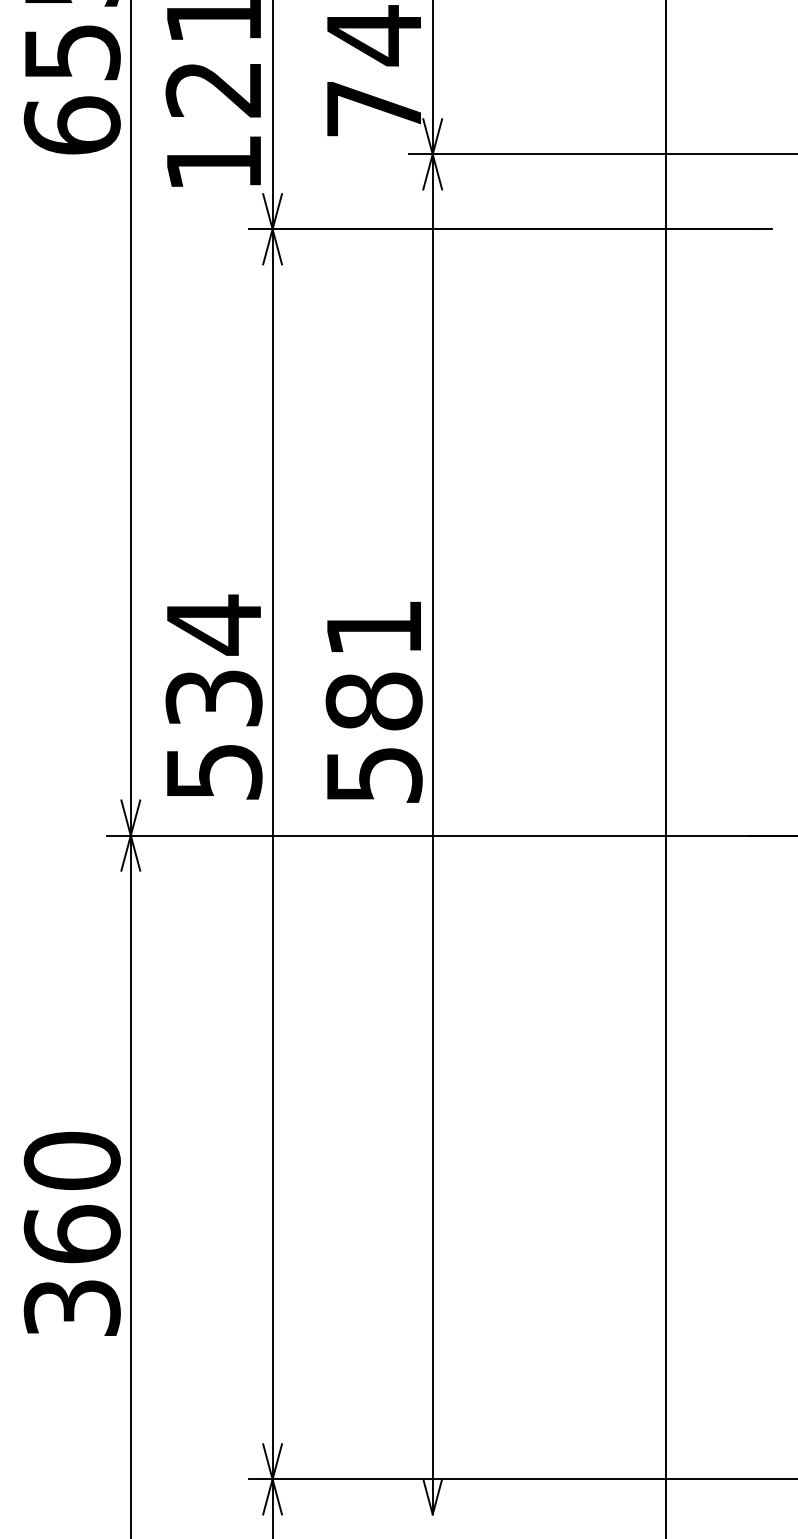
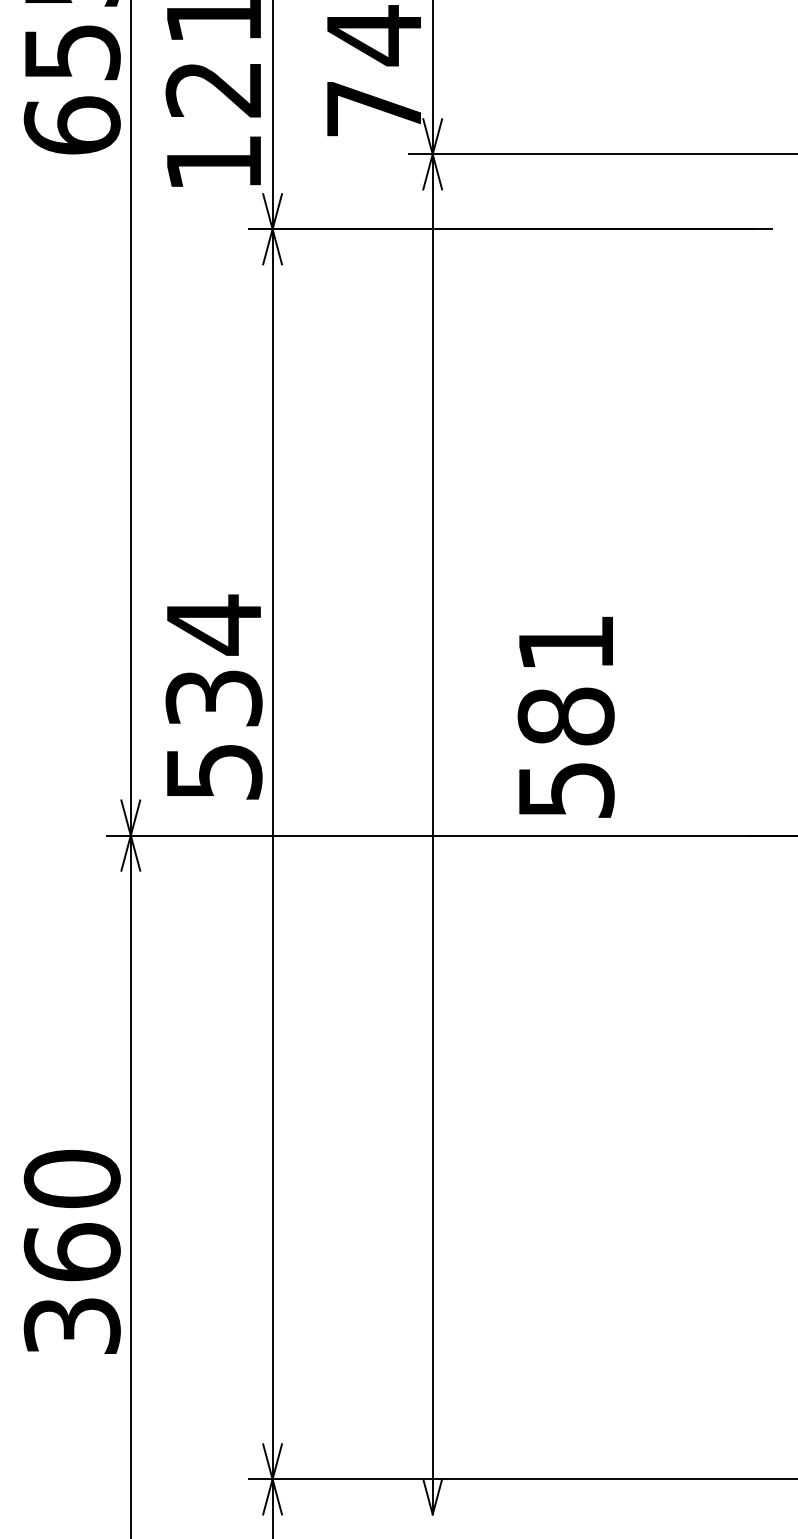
text at (373, 701) position: (373, 701) -> (565, 716)
line at (665, 768): present -> none
text at (71, 1233) position: (71, 1233) -> (71, 1251)
